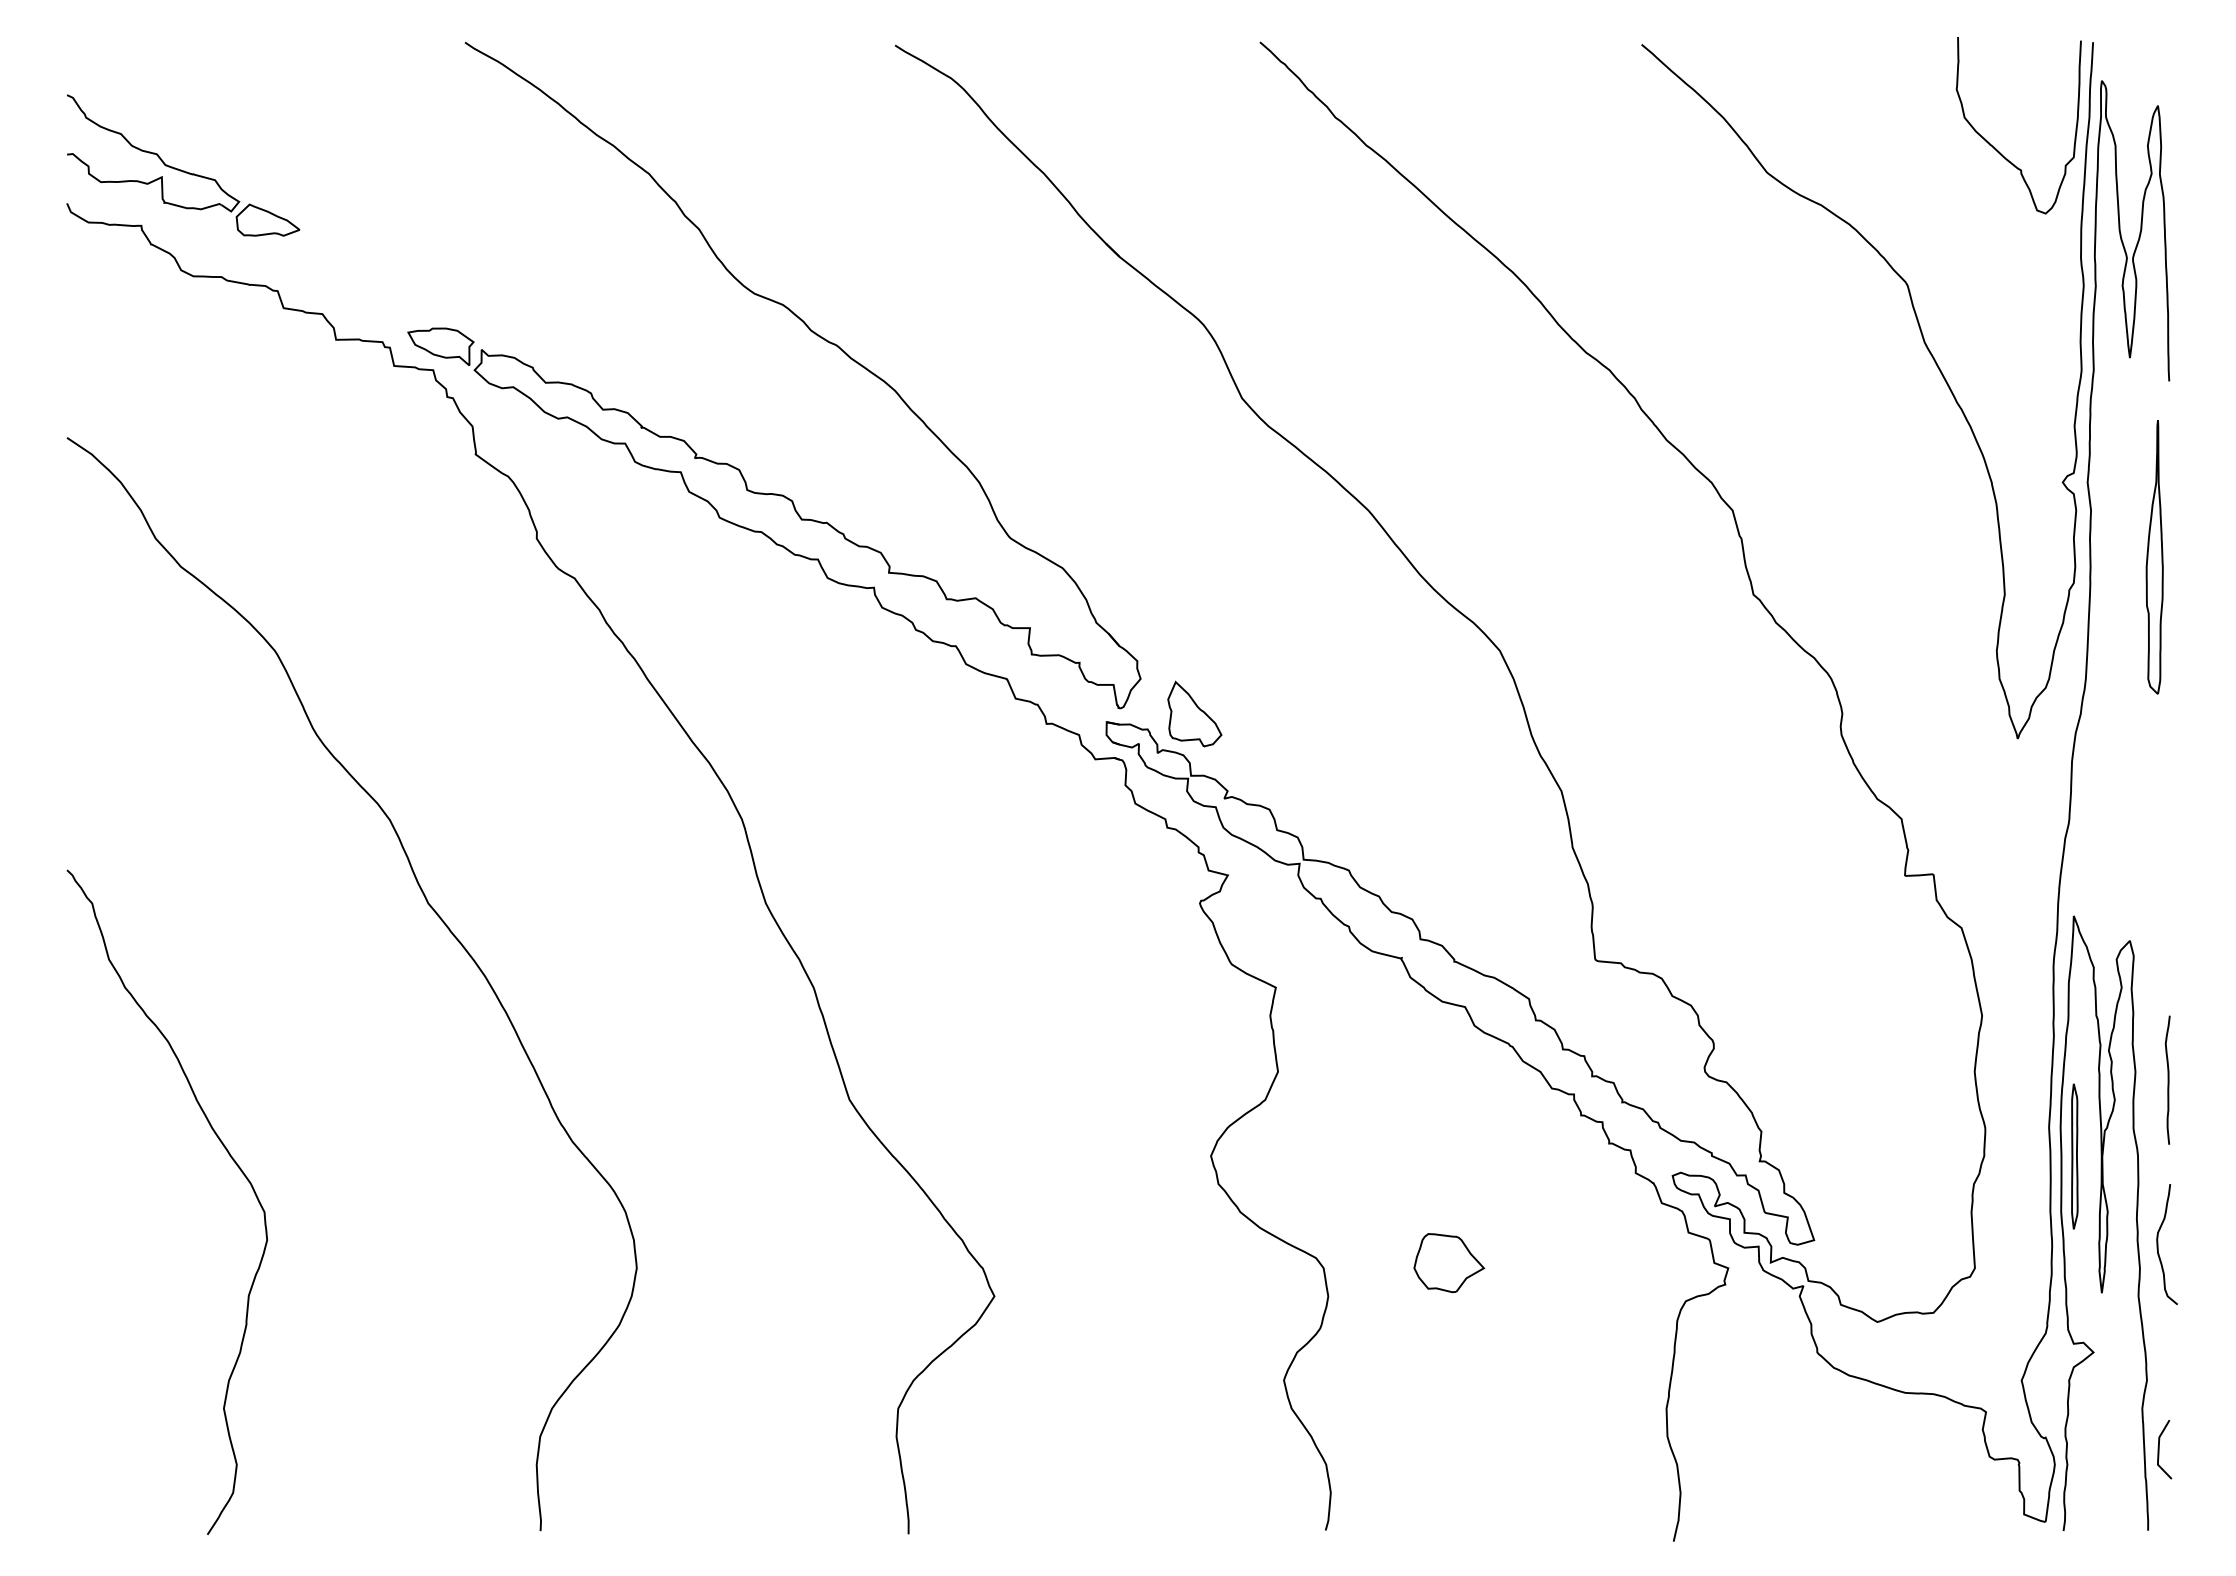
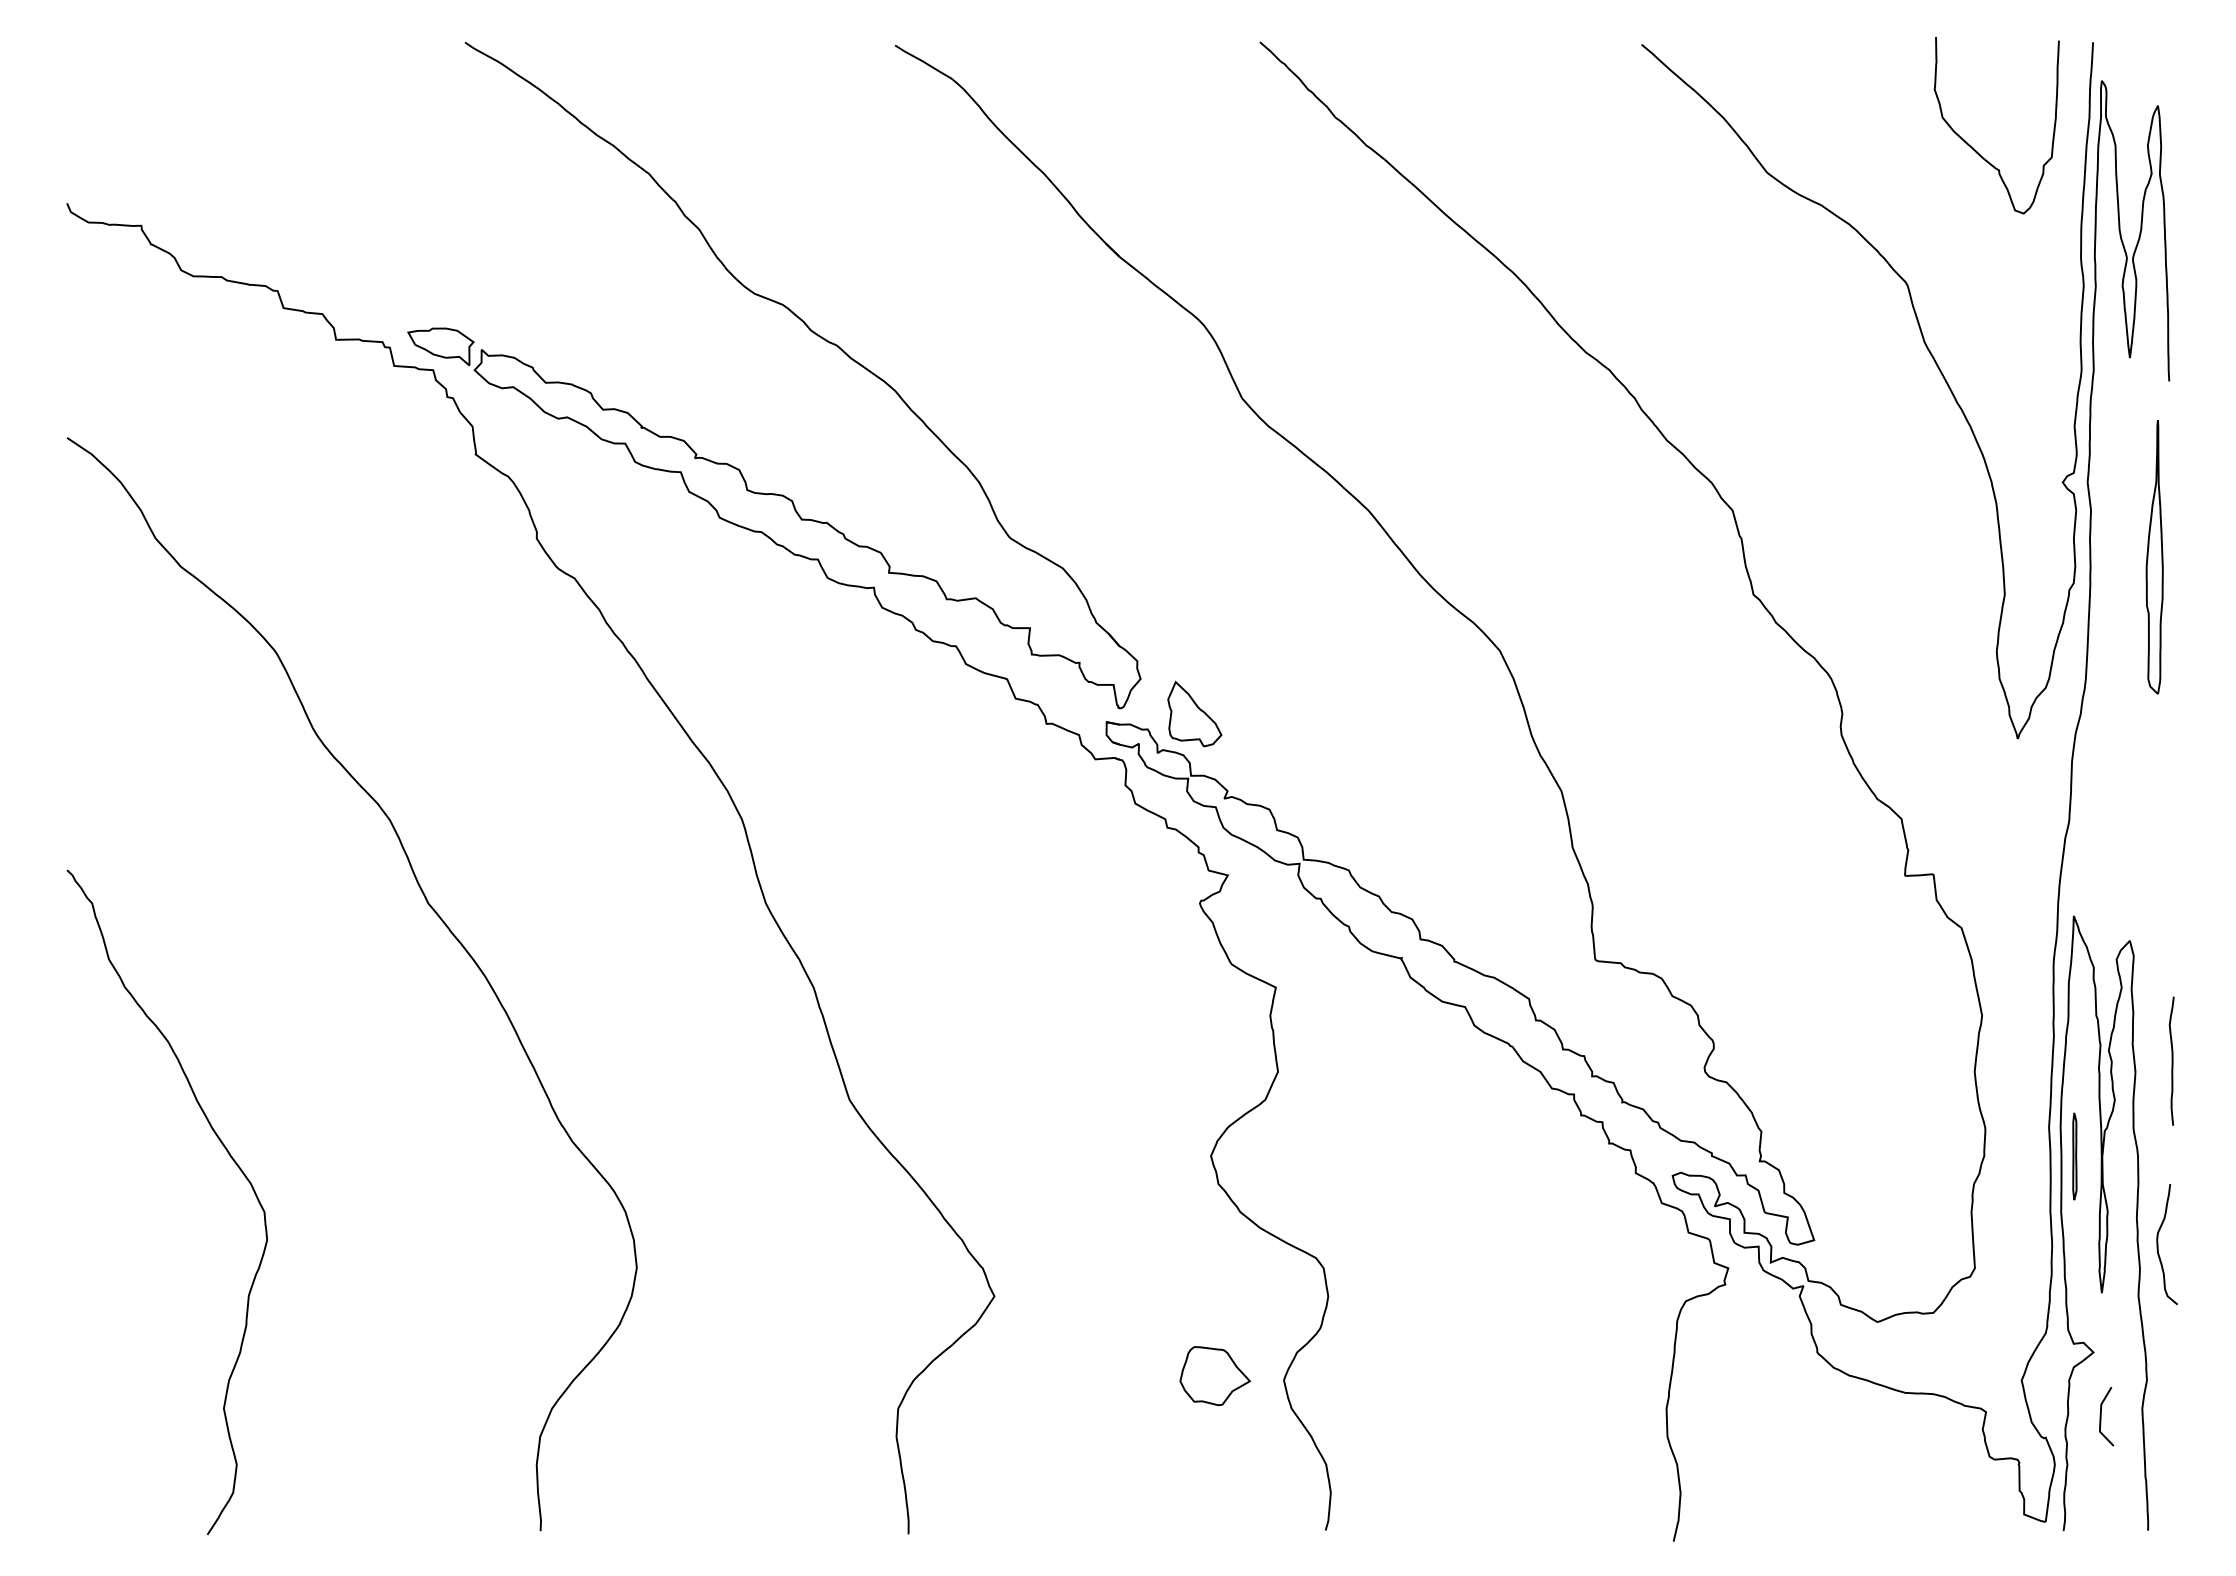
curve at (1995, 147) position: (1995, 147) -> (1973, 147)
part at (183, 165): present -> none
curve at (2167, 1079) position: (2167, 1079) -> (2171, 1060)
part at (2074, 1156) size: 8x147 px -> 6x89 px
part at (1449, 1263) position: (1449, 1263) -> (1215, 1376)
curve at (2159, 1449) position: (2159, 1449) -> (2101, 1416)
